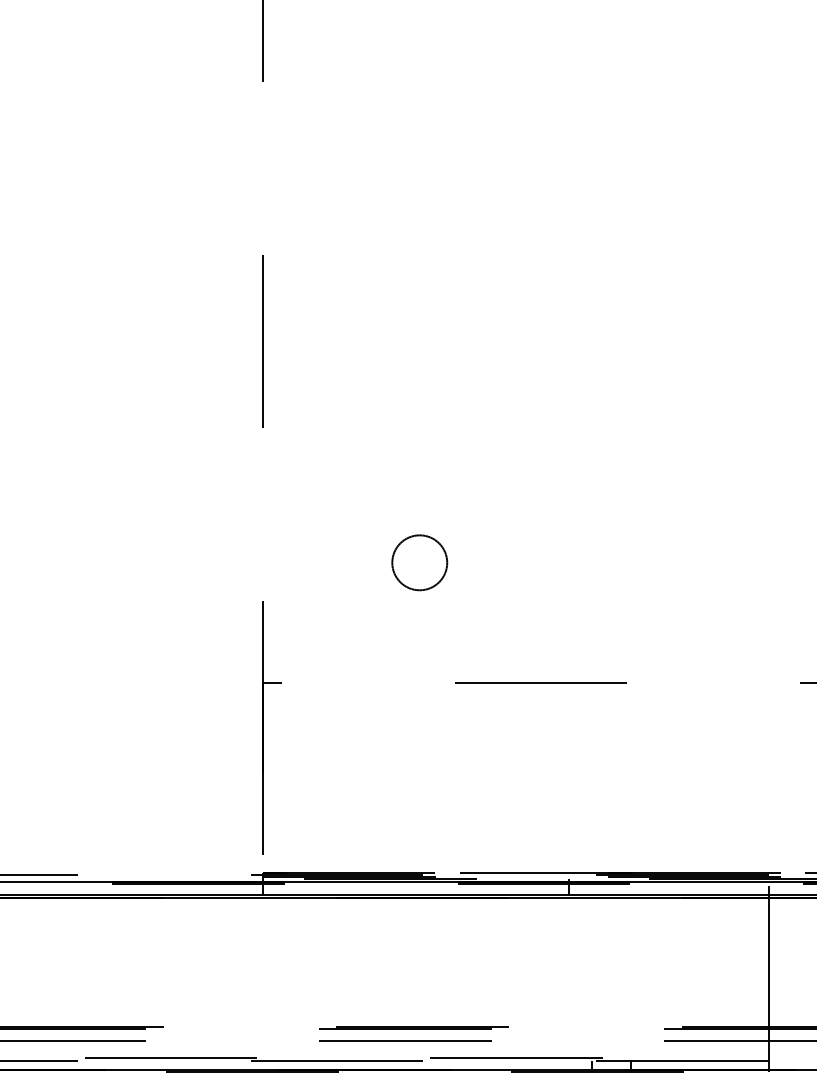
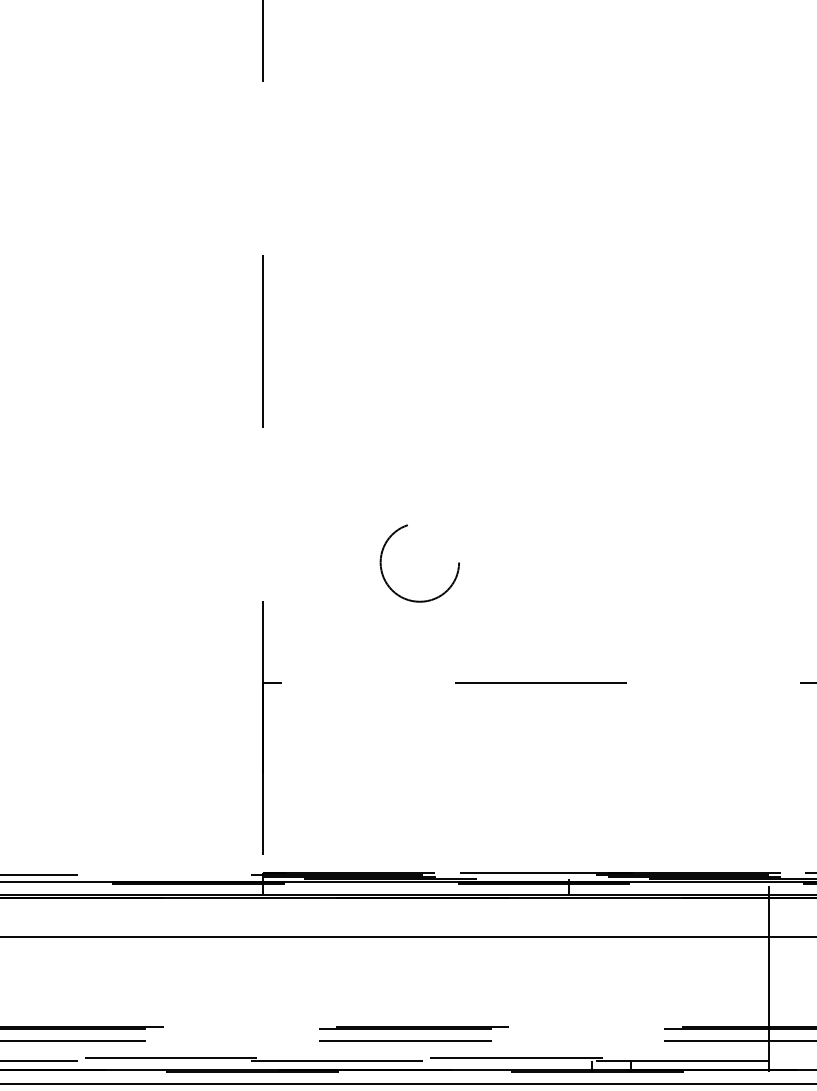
circle at (419, 562) size: 58x58 px -> 81x79 px
line at (407, 936): none -> present
line at (407, 1083): none -> present
